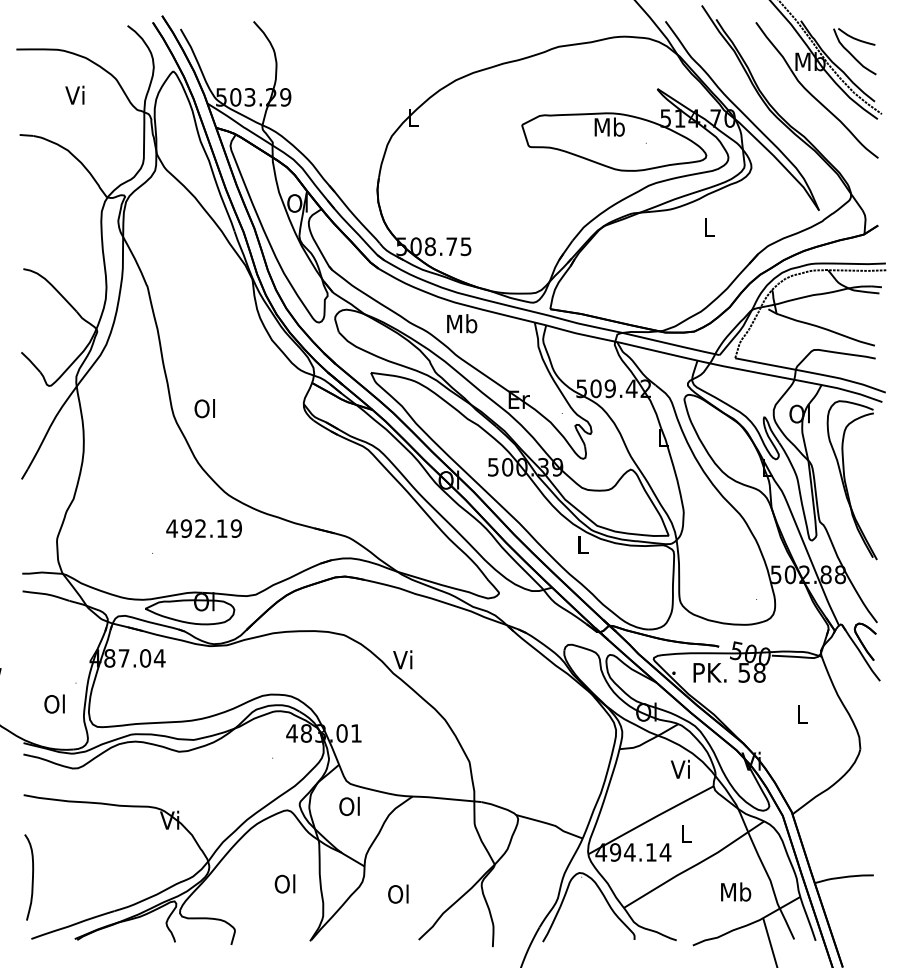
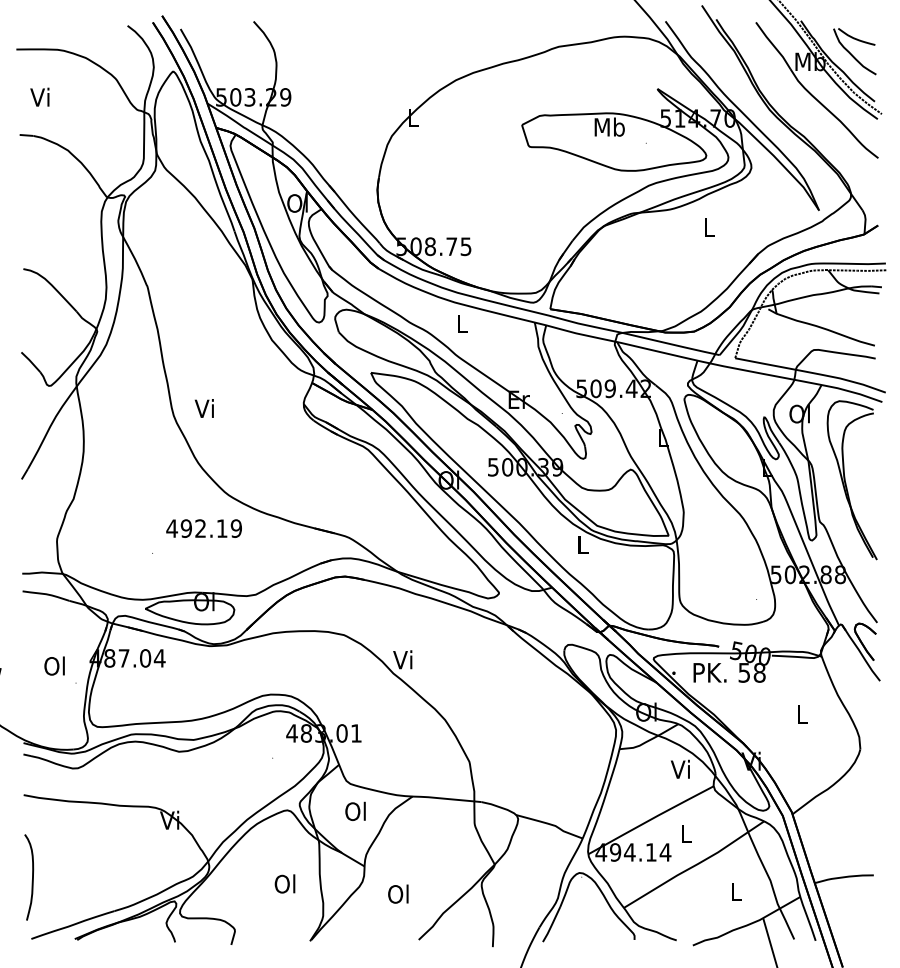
text at (74, 94) position: (74, 94) -> (39, 96)
text at (462, 323): Mb -> L
text at (204, 408): Ol -> Vi
text at (54, 703) position: (54, 703) -> (54, 665)
text at (349, 805) position: (349, 805) -> (355, 810)
text at (736, 891): Mb -> L
